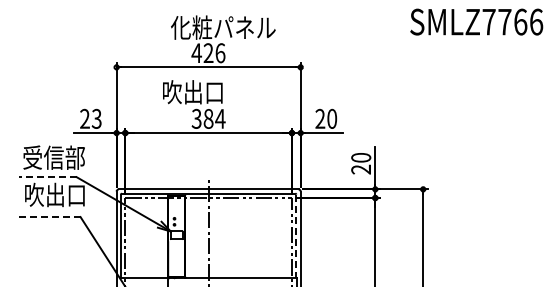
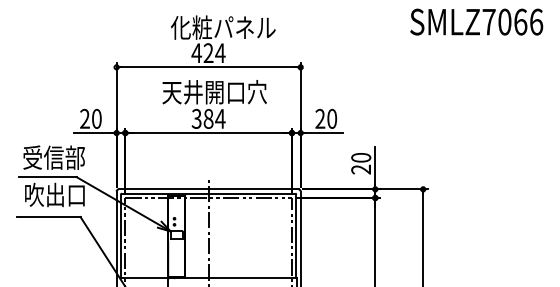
text at (504, 21): SMLZ7766 -> SMLZ7066
text at (220, 53): 426 -> 424
text at (214, 92): 吹出口 -> 天井開口穴
text at (96, 118): 23 -> 20
line at (47, 177): dashed -> solid
line at (48, 217): dashed -> solid
line at (296, 236): dashed -> solid
